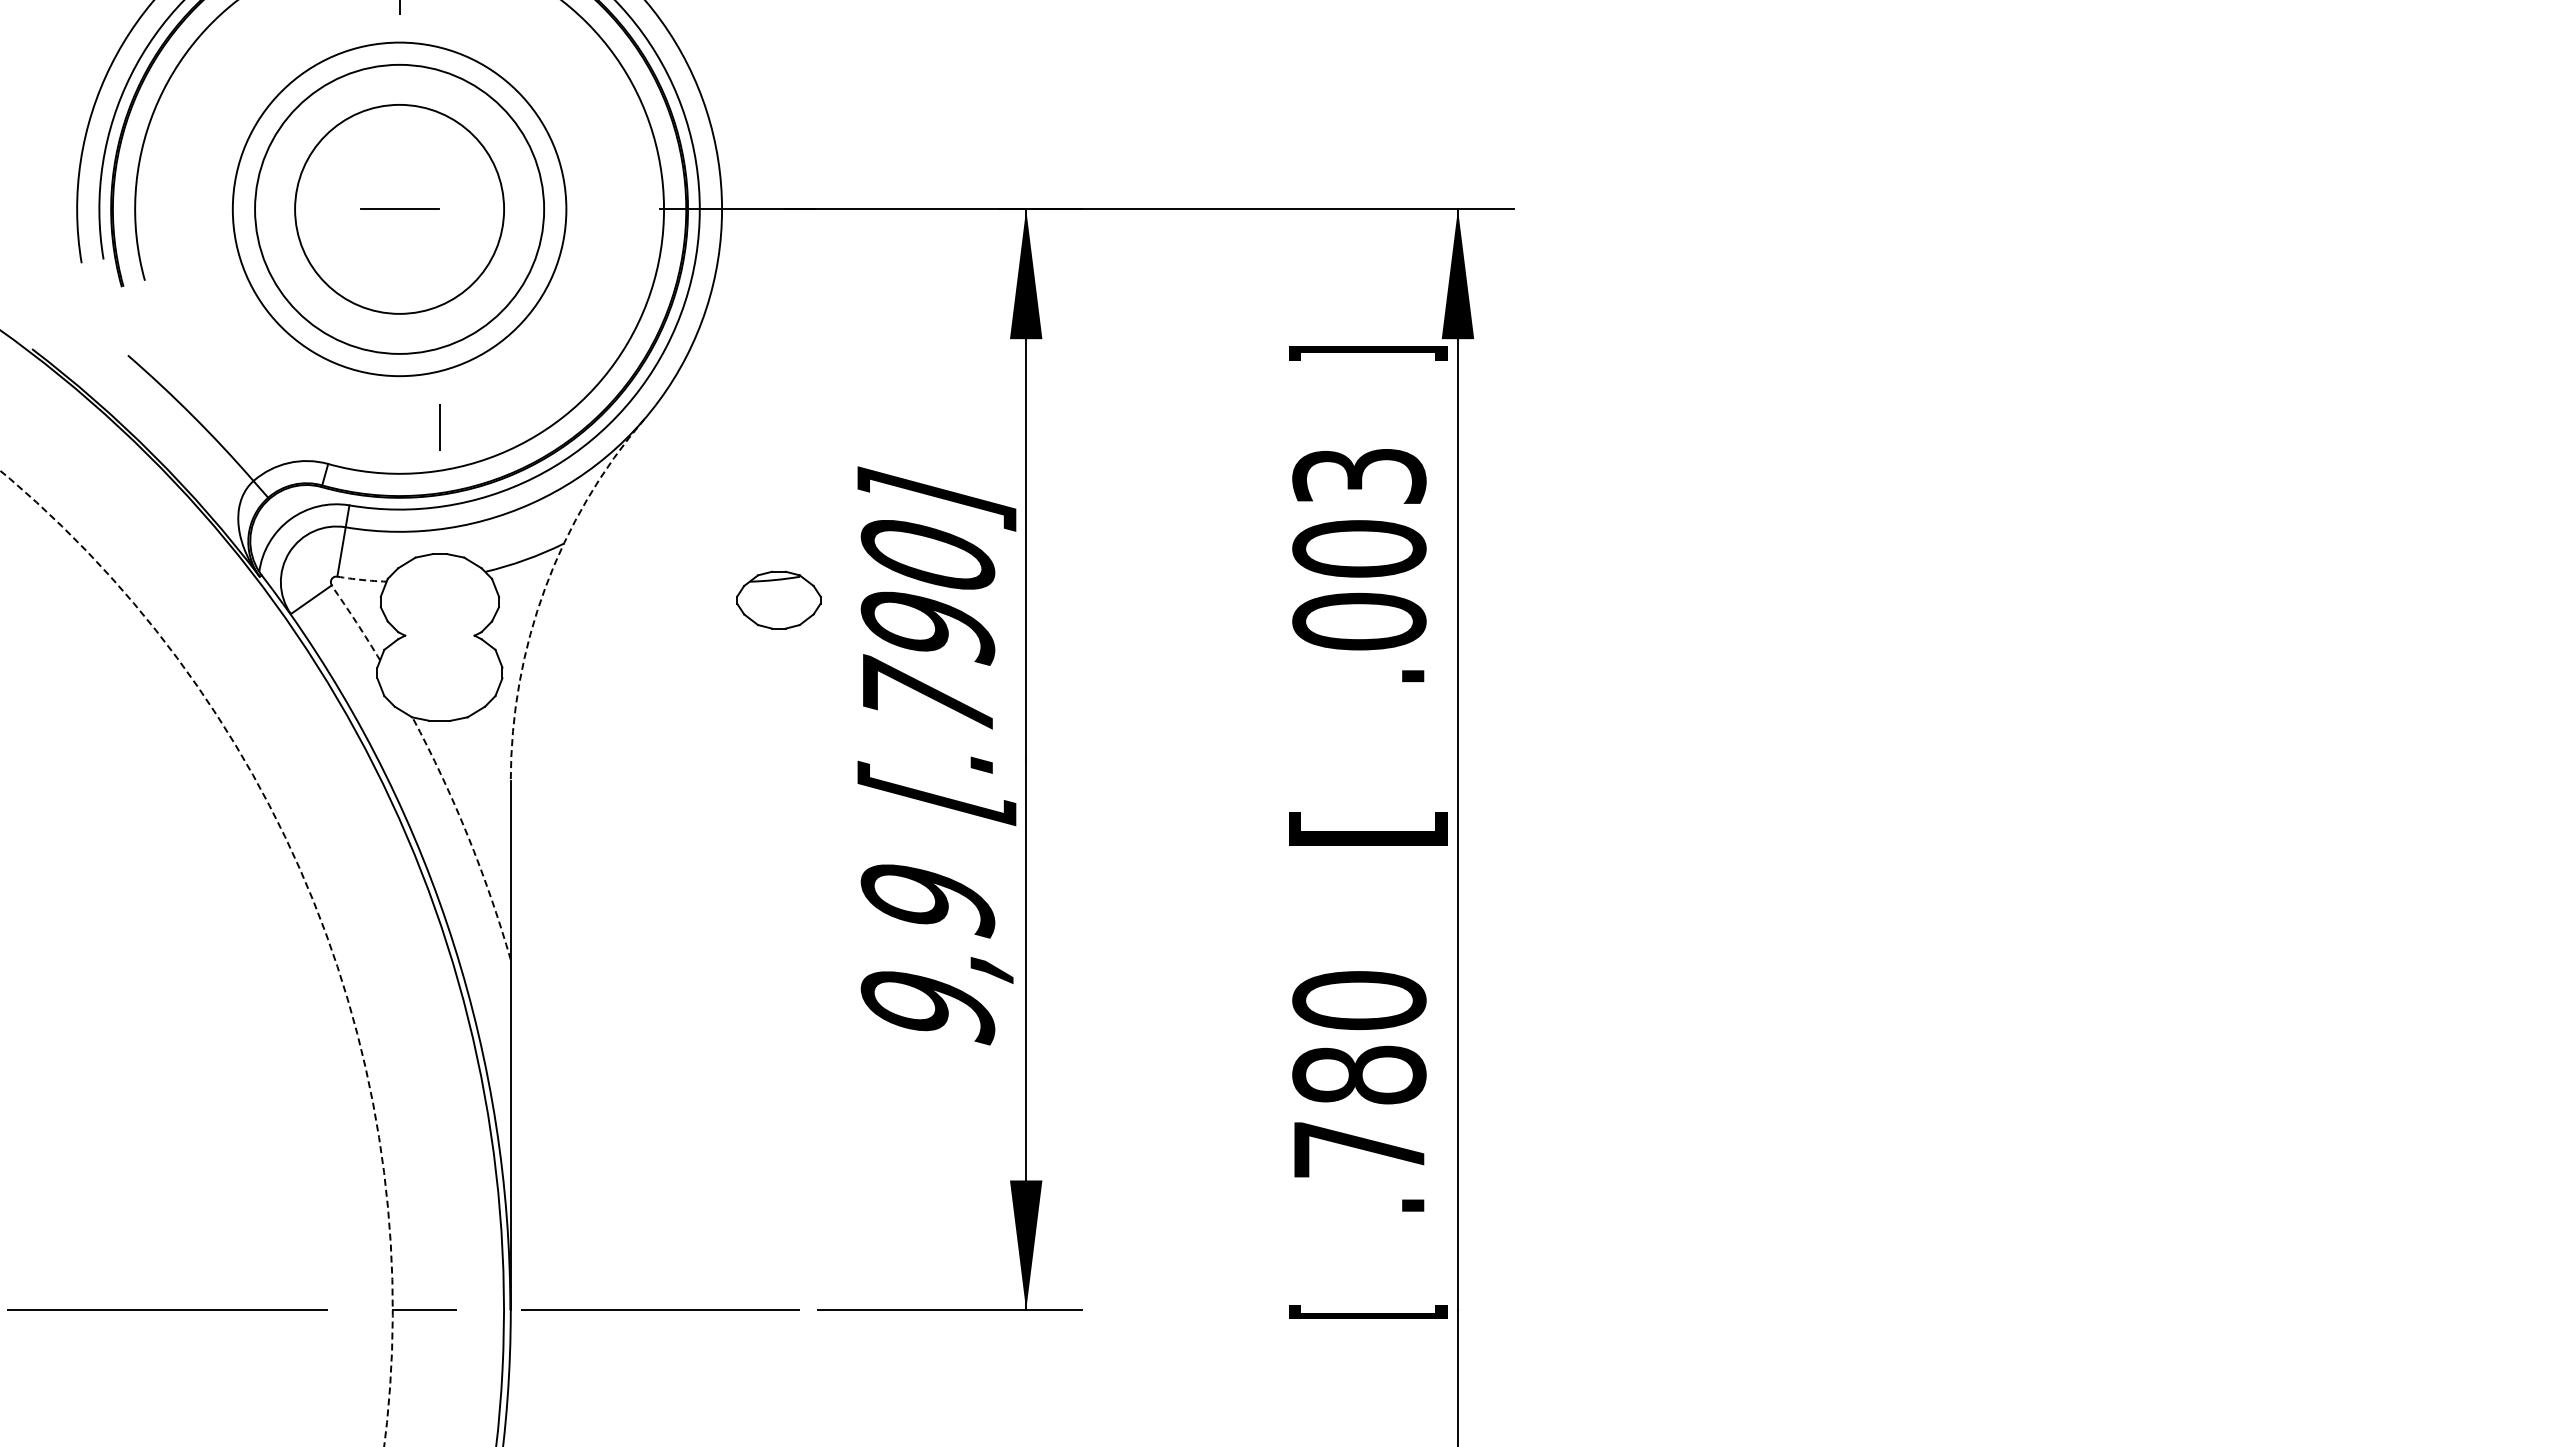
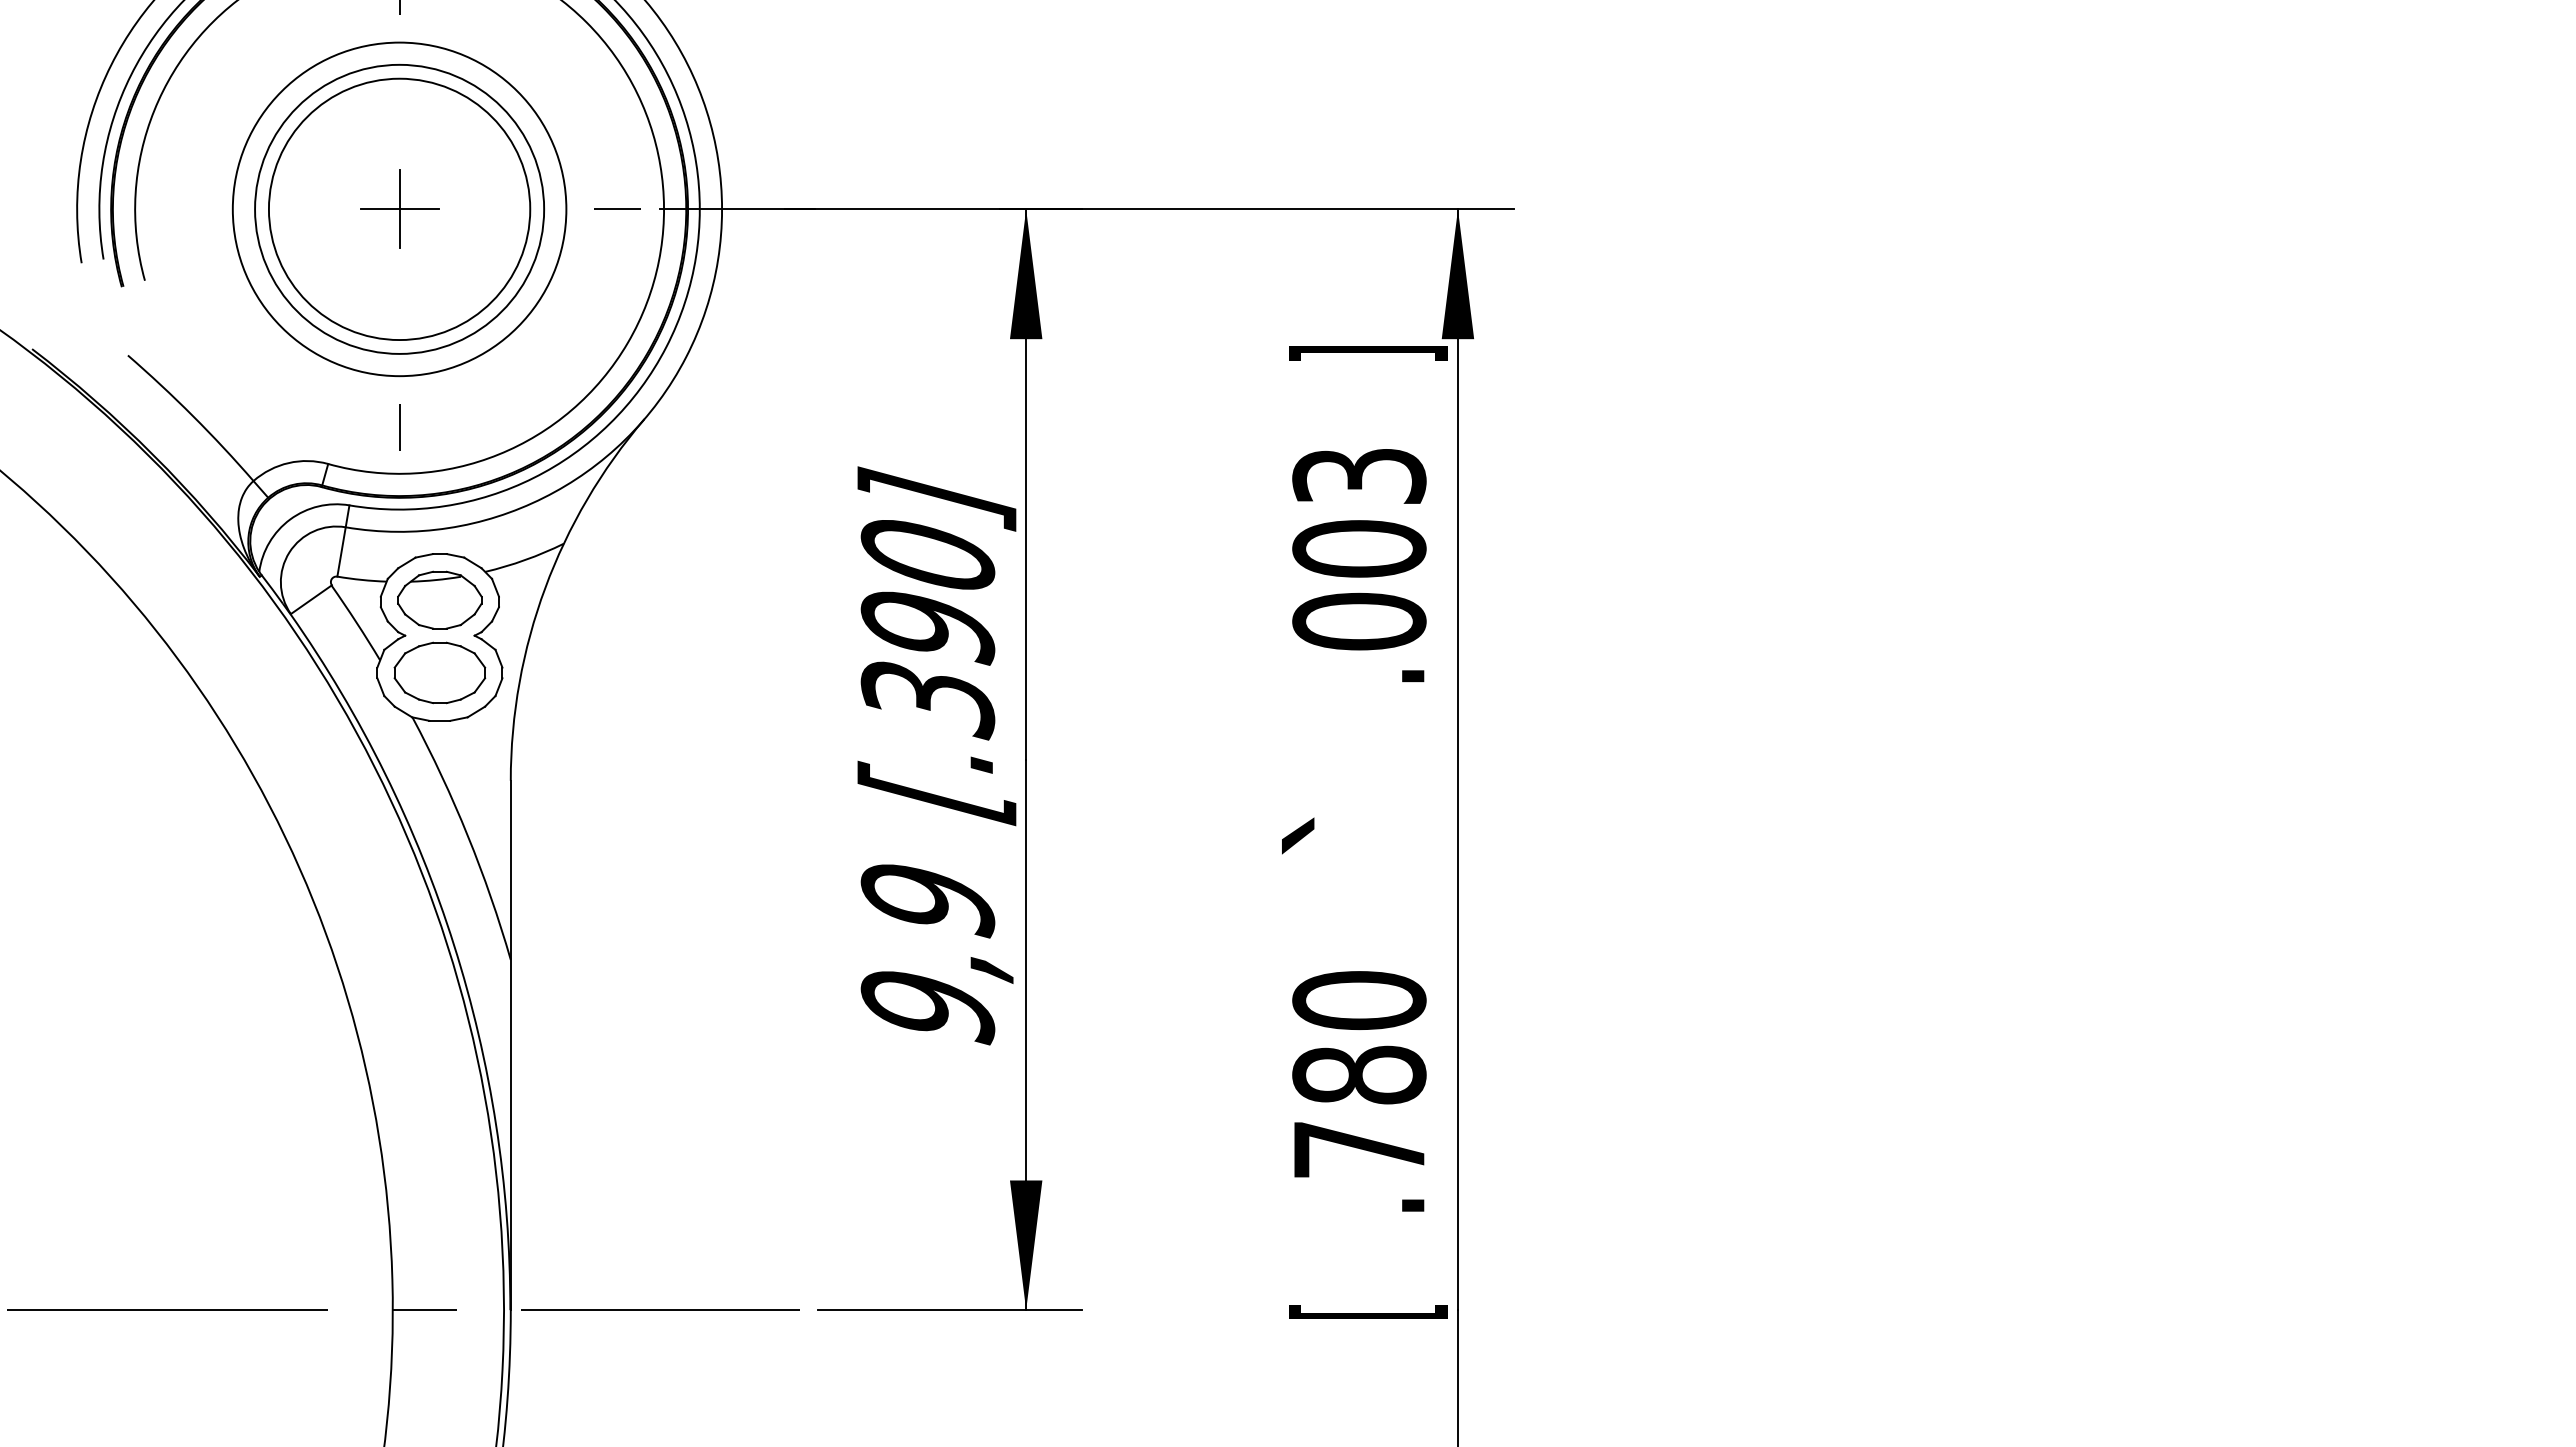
circle at (399, 208) diameter: 209 px -> 261 px
line at (399, 209): none -> present
line at (617, 209): none -> present
line at (439, 427) position: (439, 427) -> (399, 427)
arc at (361, 579): dashed -> solid
arc at (545, 588): dashed -> solid
part at (778, 599) position: (778, 599) -> (439, 599)
arc at (356, 622): dashed -> solid
part at (439, 672): none -> present
text at (927, 697): [.790] -> [.390]
text at (1364, 833): [ -> `
arc at (467, 836): dashed -> solid
arc at (316, 910): dashed -> solid
